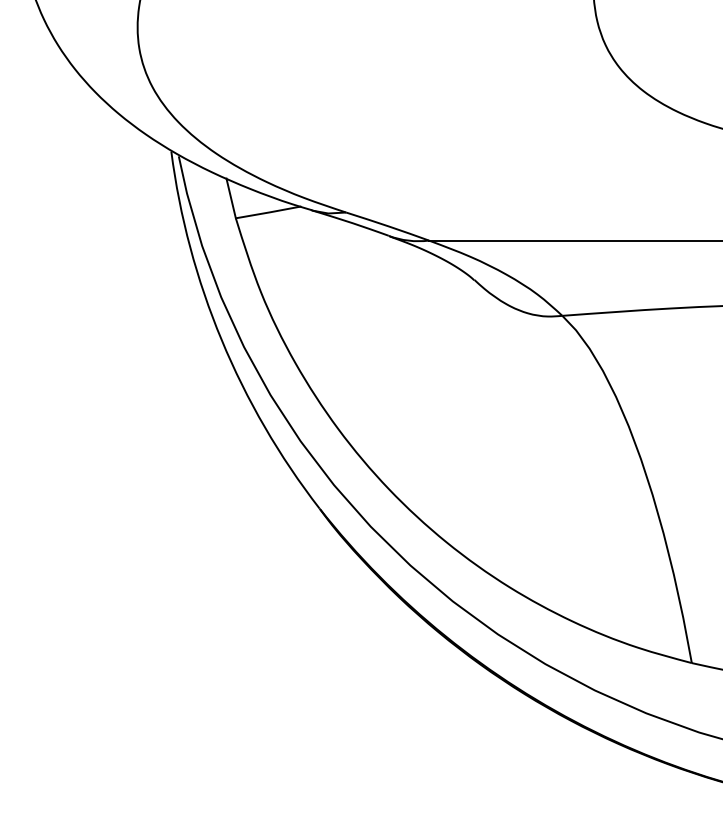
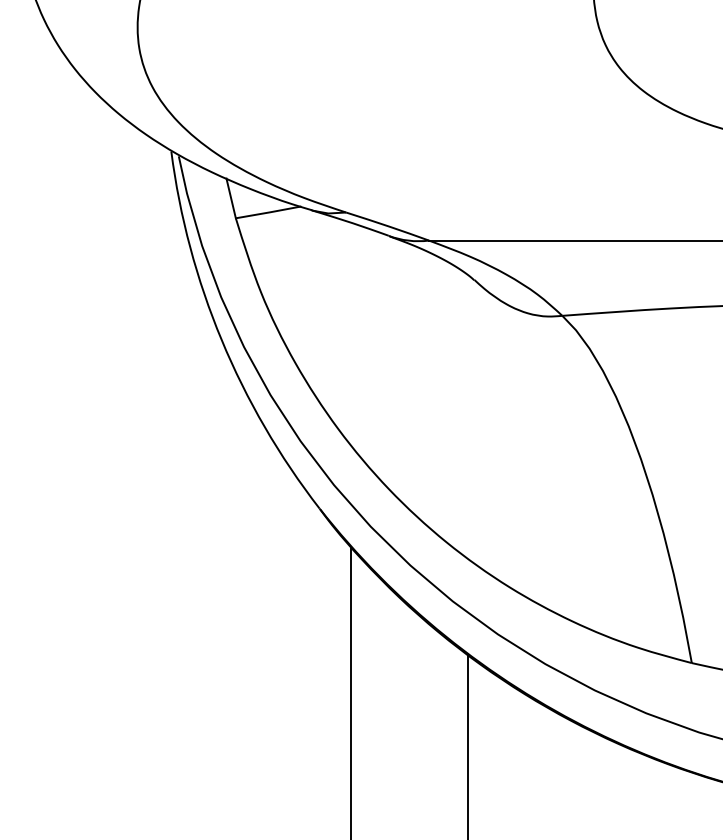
line at (351, 692): none -> present
line at (467, 746): none -> present
